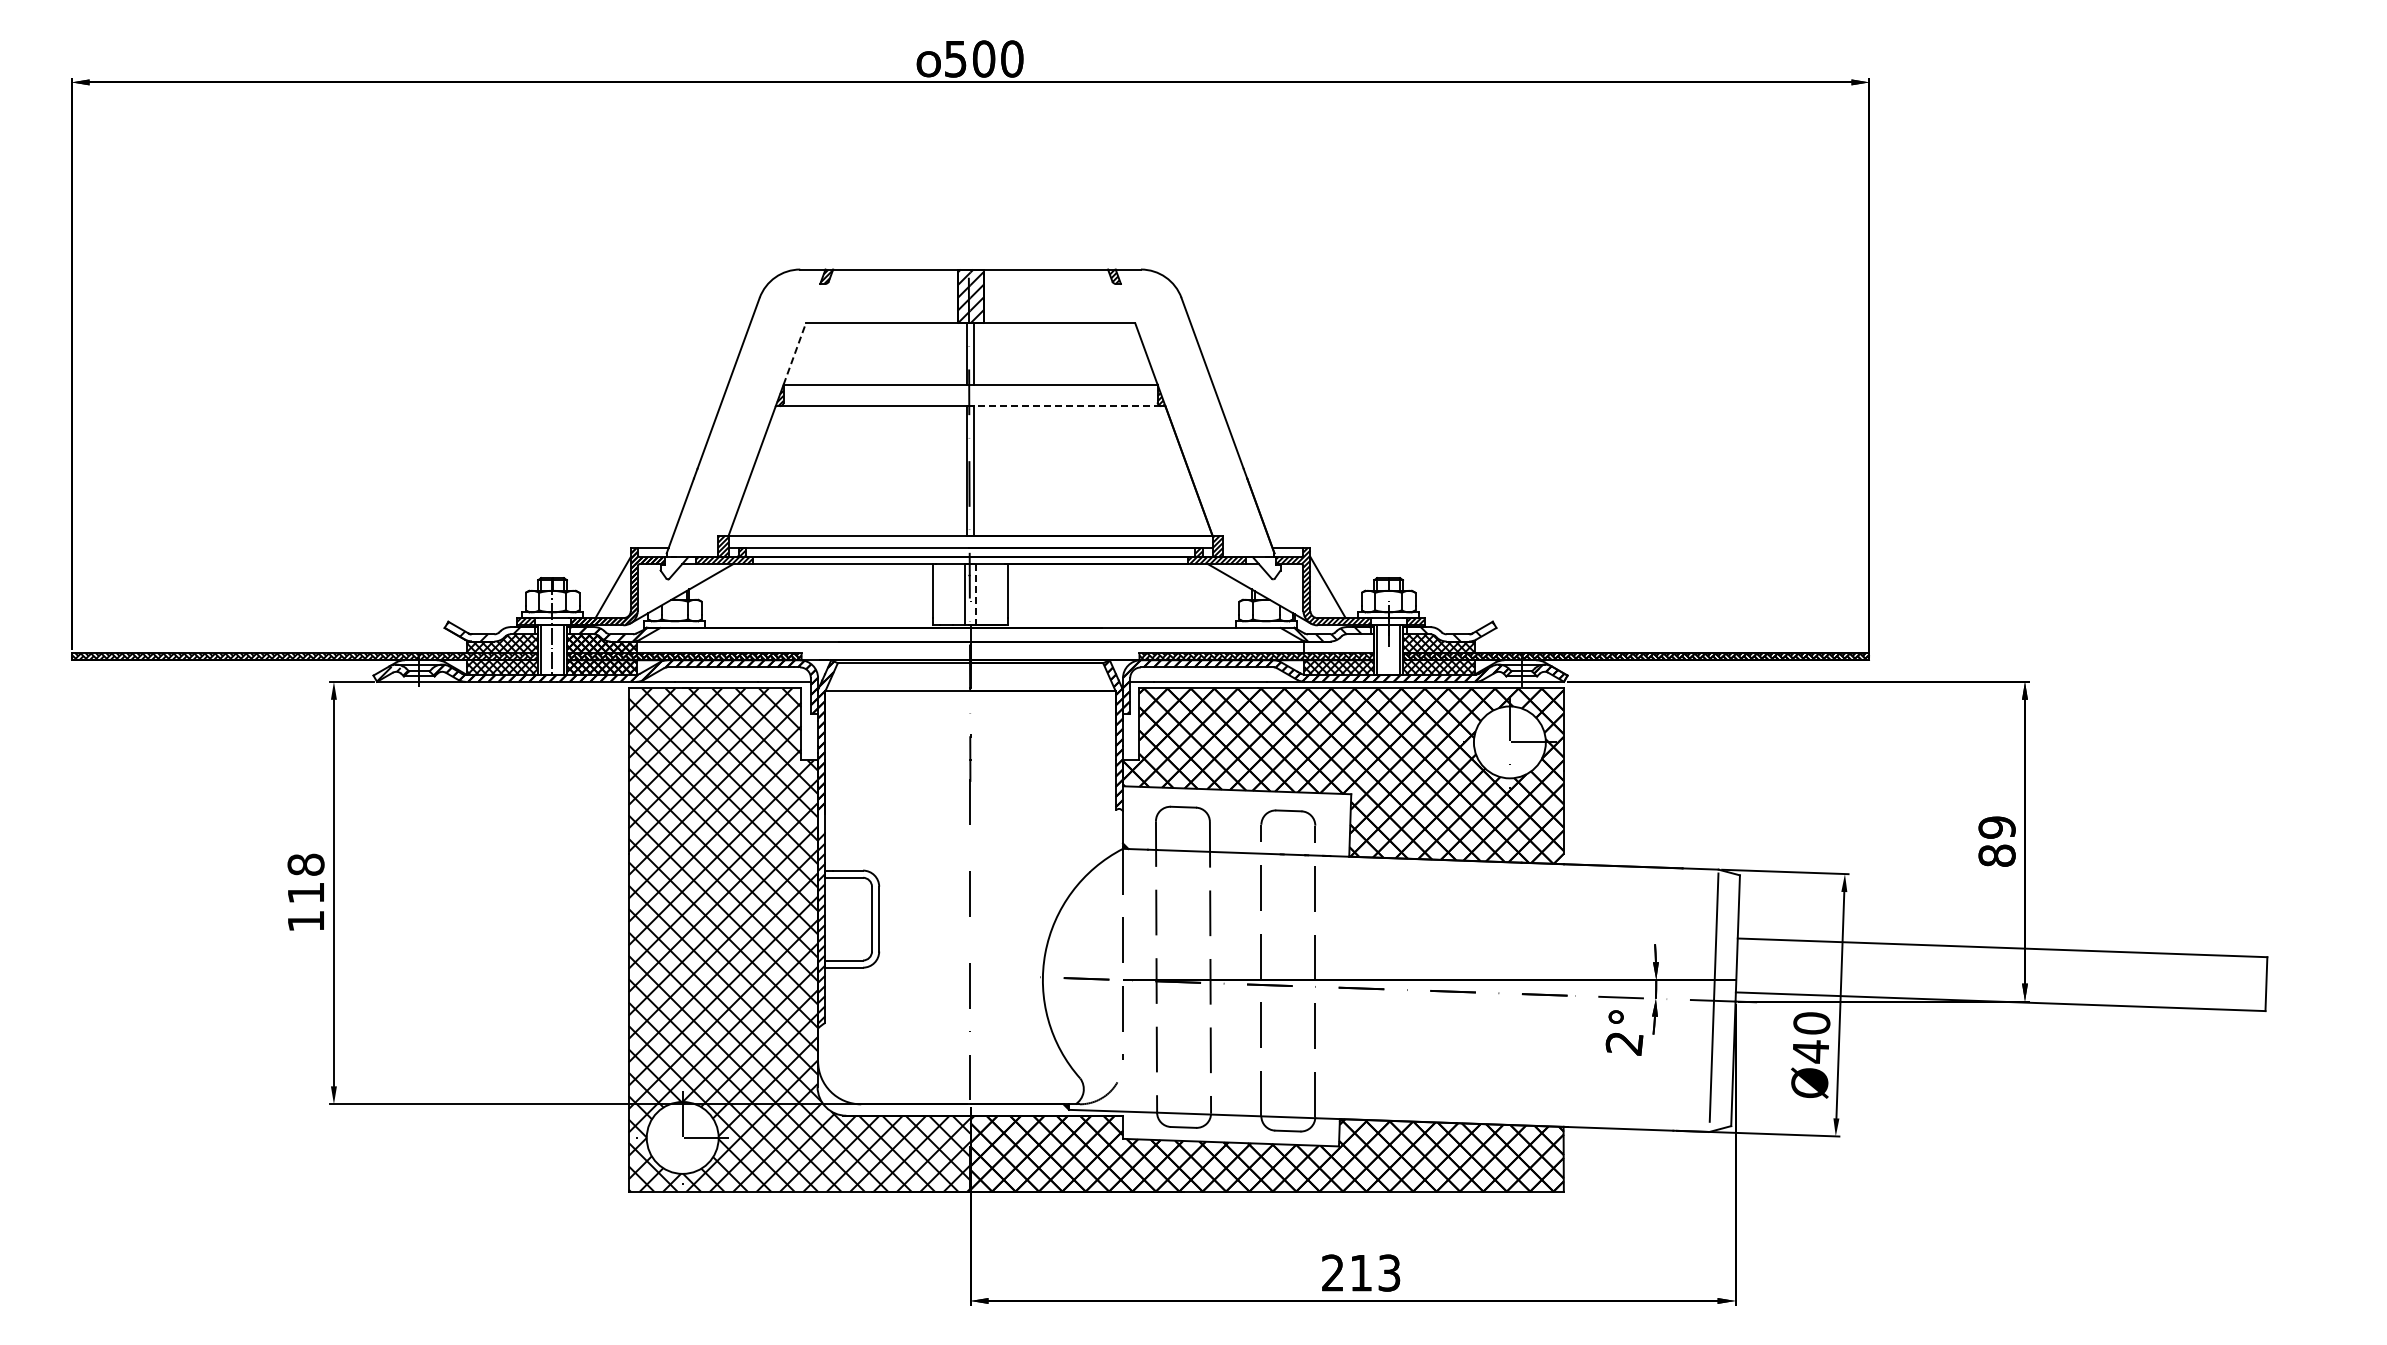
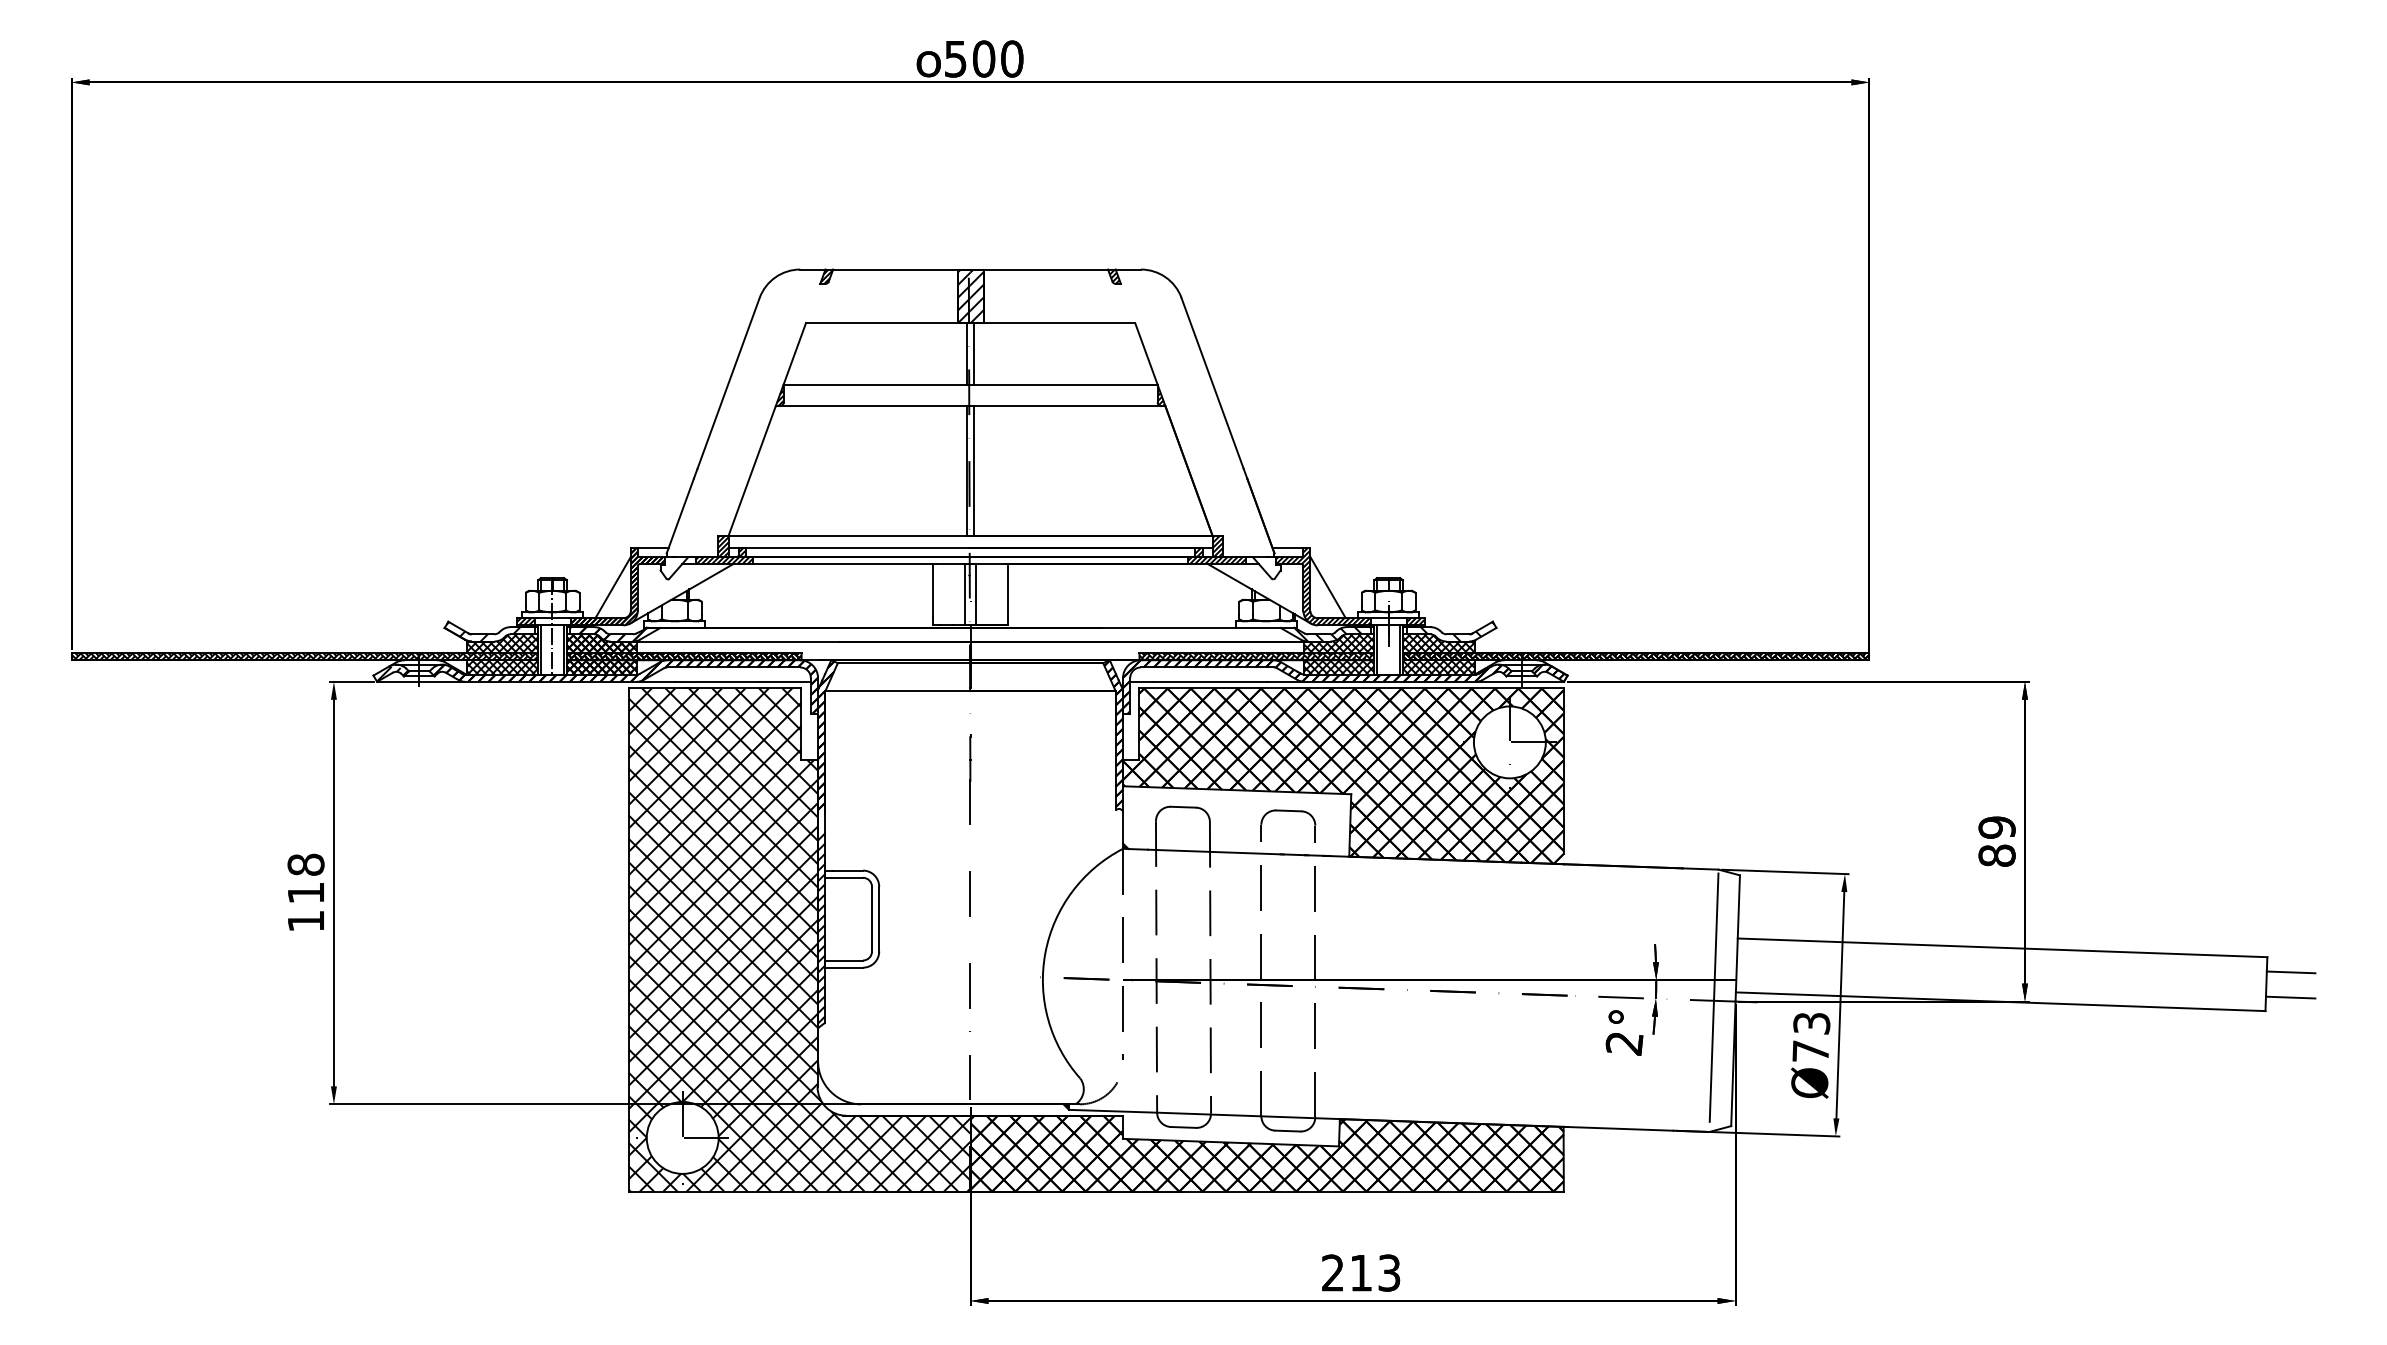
line at (794, 354): dashed -> solid
line at (1067, 406): dashed -> solid
line at (975, 594): dashed -> solid
hatch at (1338, 643): none -> present
line at (2290, 972): none -> present
line at (2290, 997): none -> present
text at (1811, 1037): Ø40 -> Ø73
